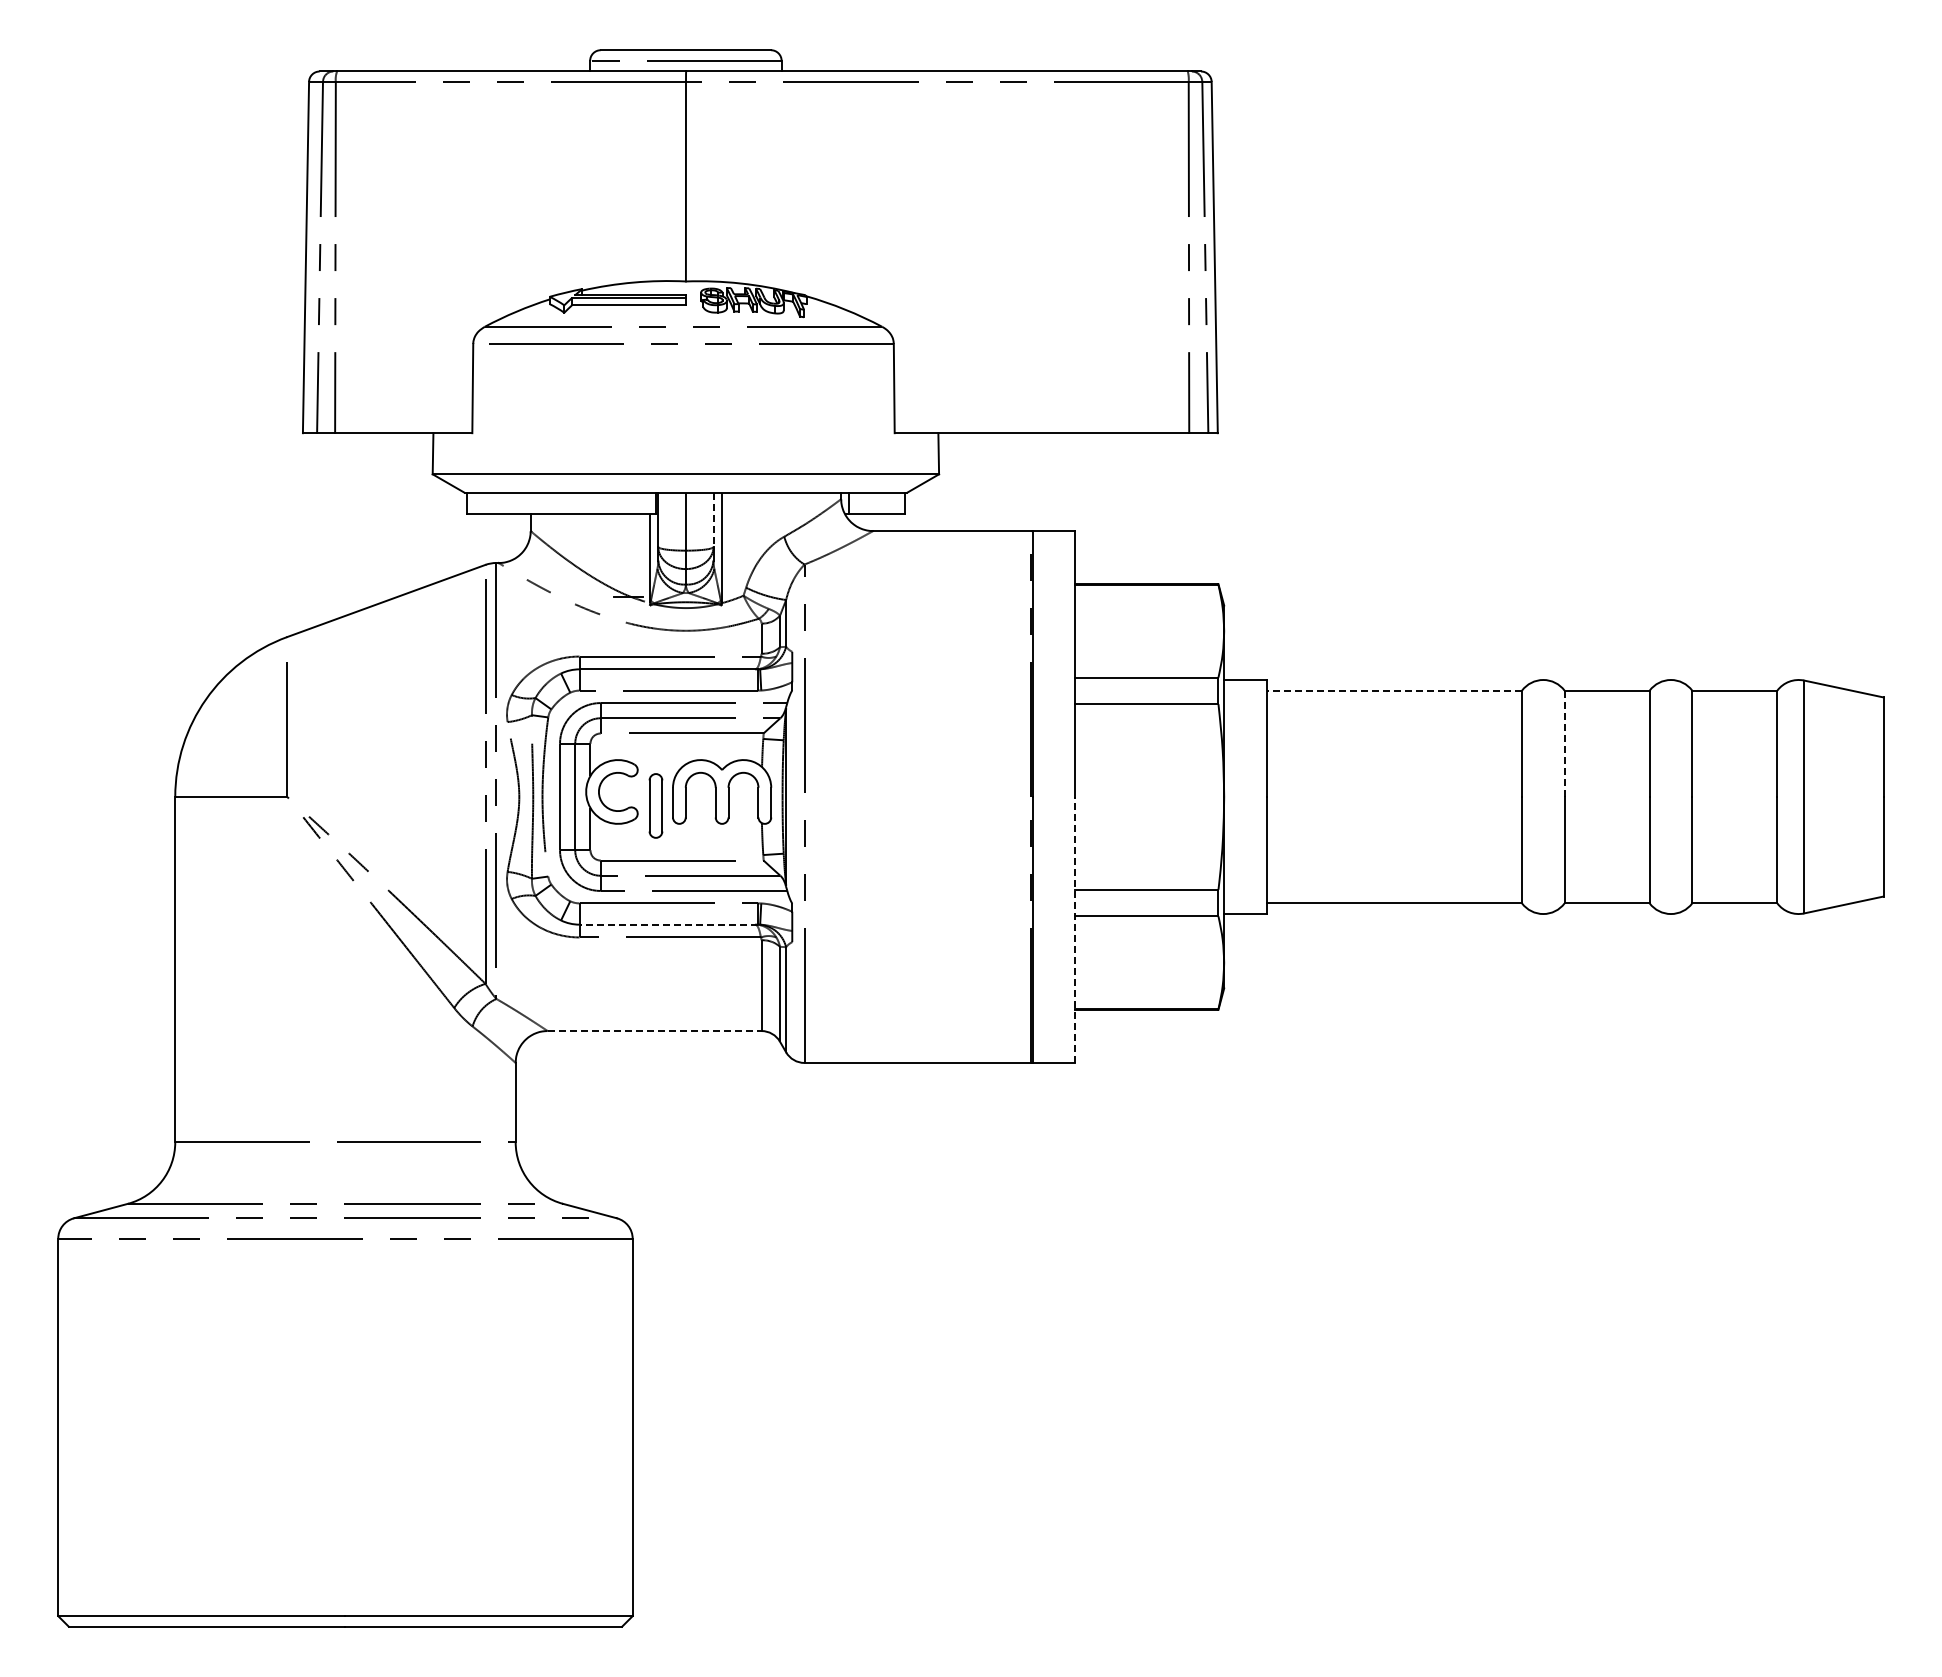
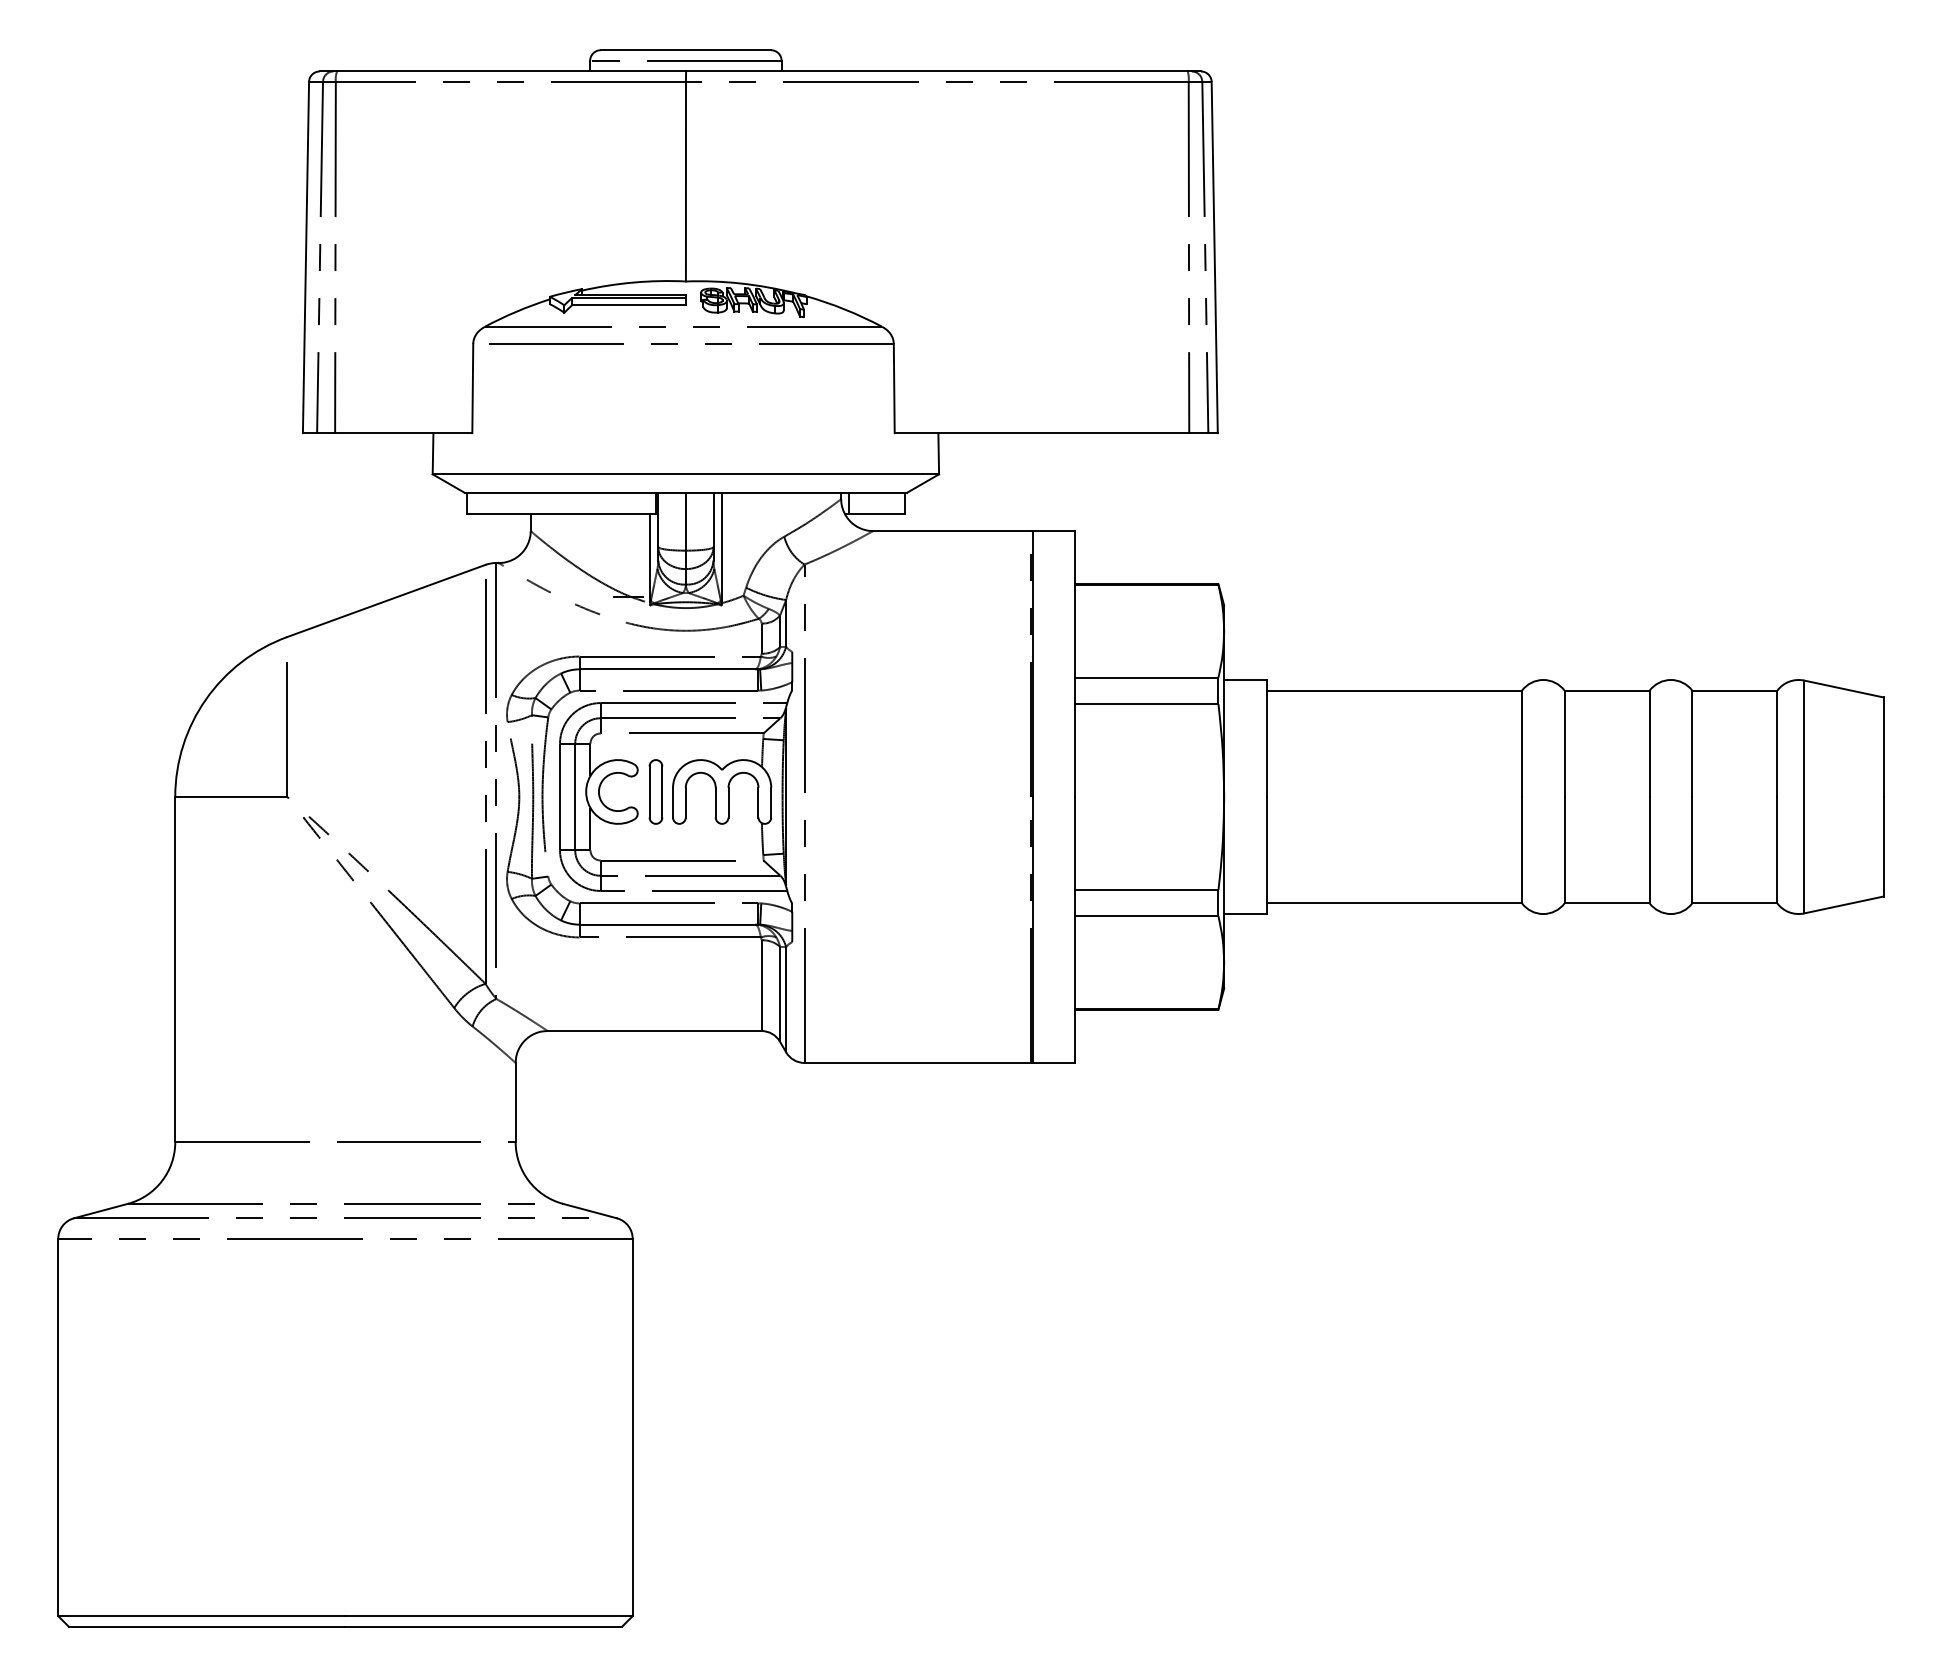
line at (713, 520): dashed -> solid
line at (1394, 690): dashed -> solid
line at (1564, 743): dashed -> solid
part at (655, 805) position: (655, 805) -> (655, 791)
line at (668, 924): dashed -> solid
line at (1075, 929): dashed -> solid
line at (654, 1031): dashed -> solid
